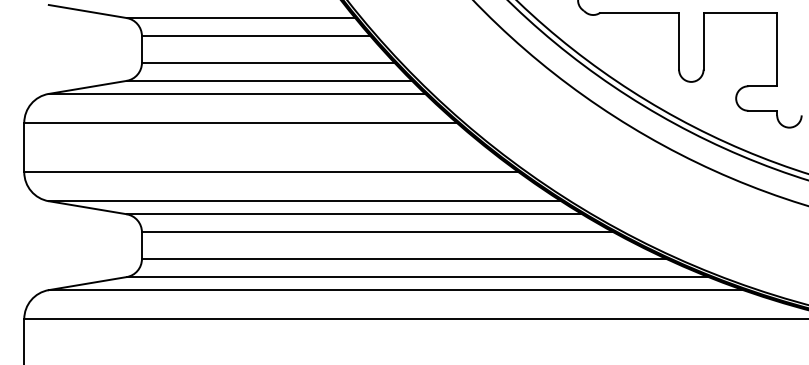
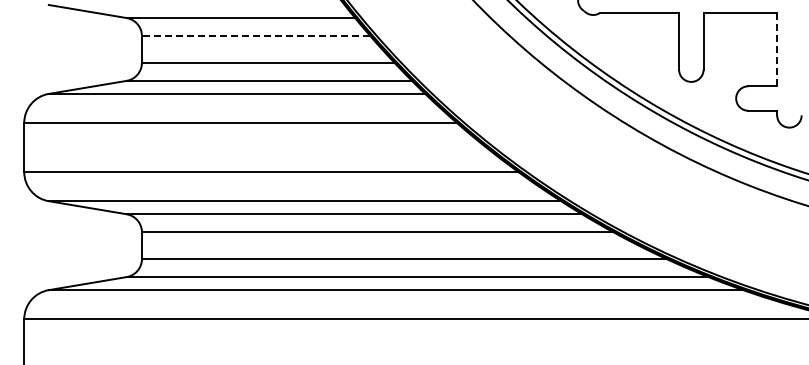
line at (255, 36): solid -> dashed
line at (777, 49): solid -> dashed
